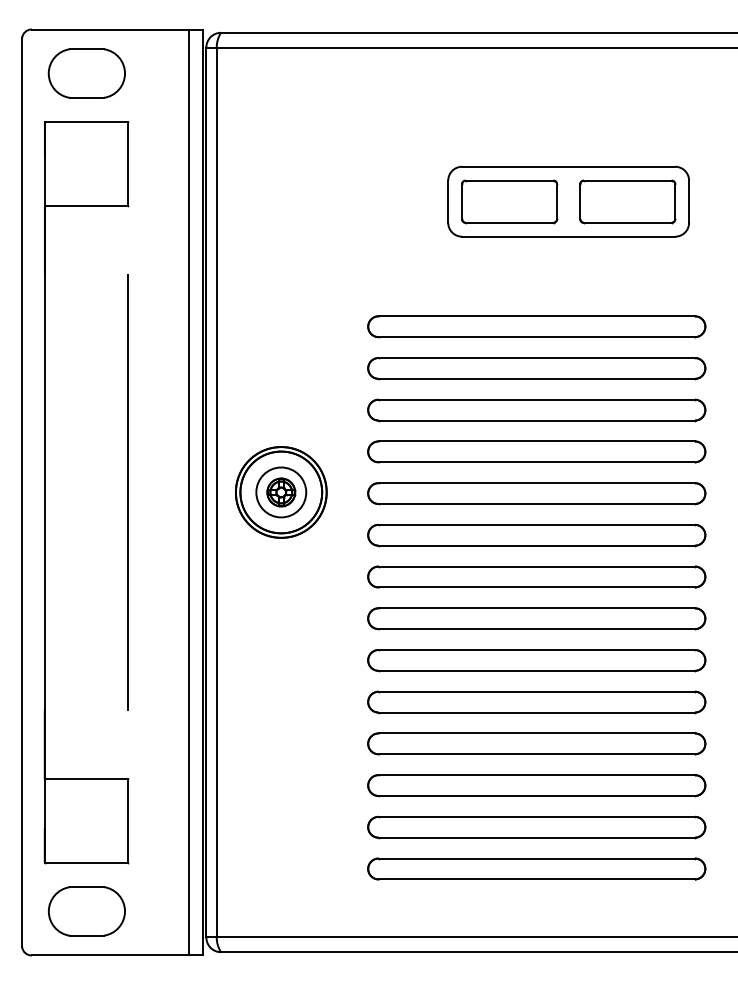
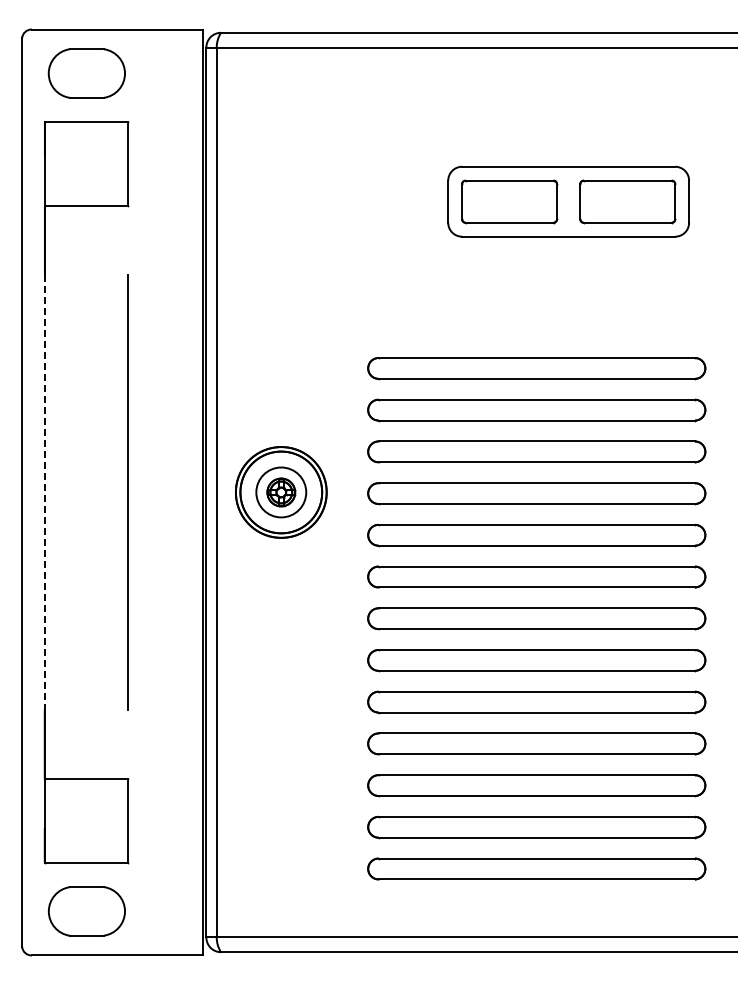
part at (536, 326): present -> none
line at (44, 492): solid -> dashed
line at (189, 492): present -> none
